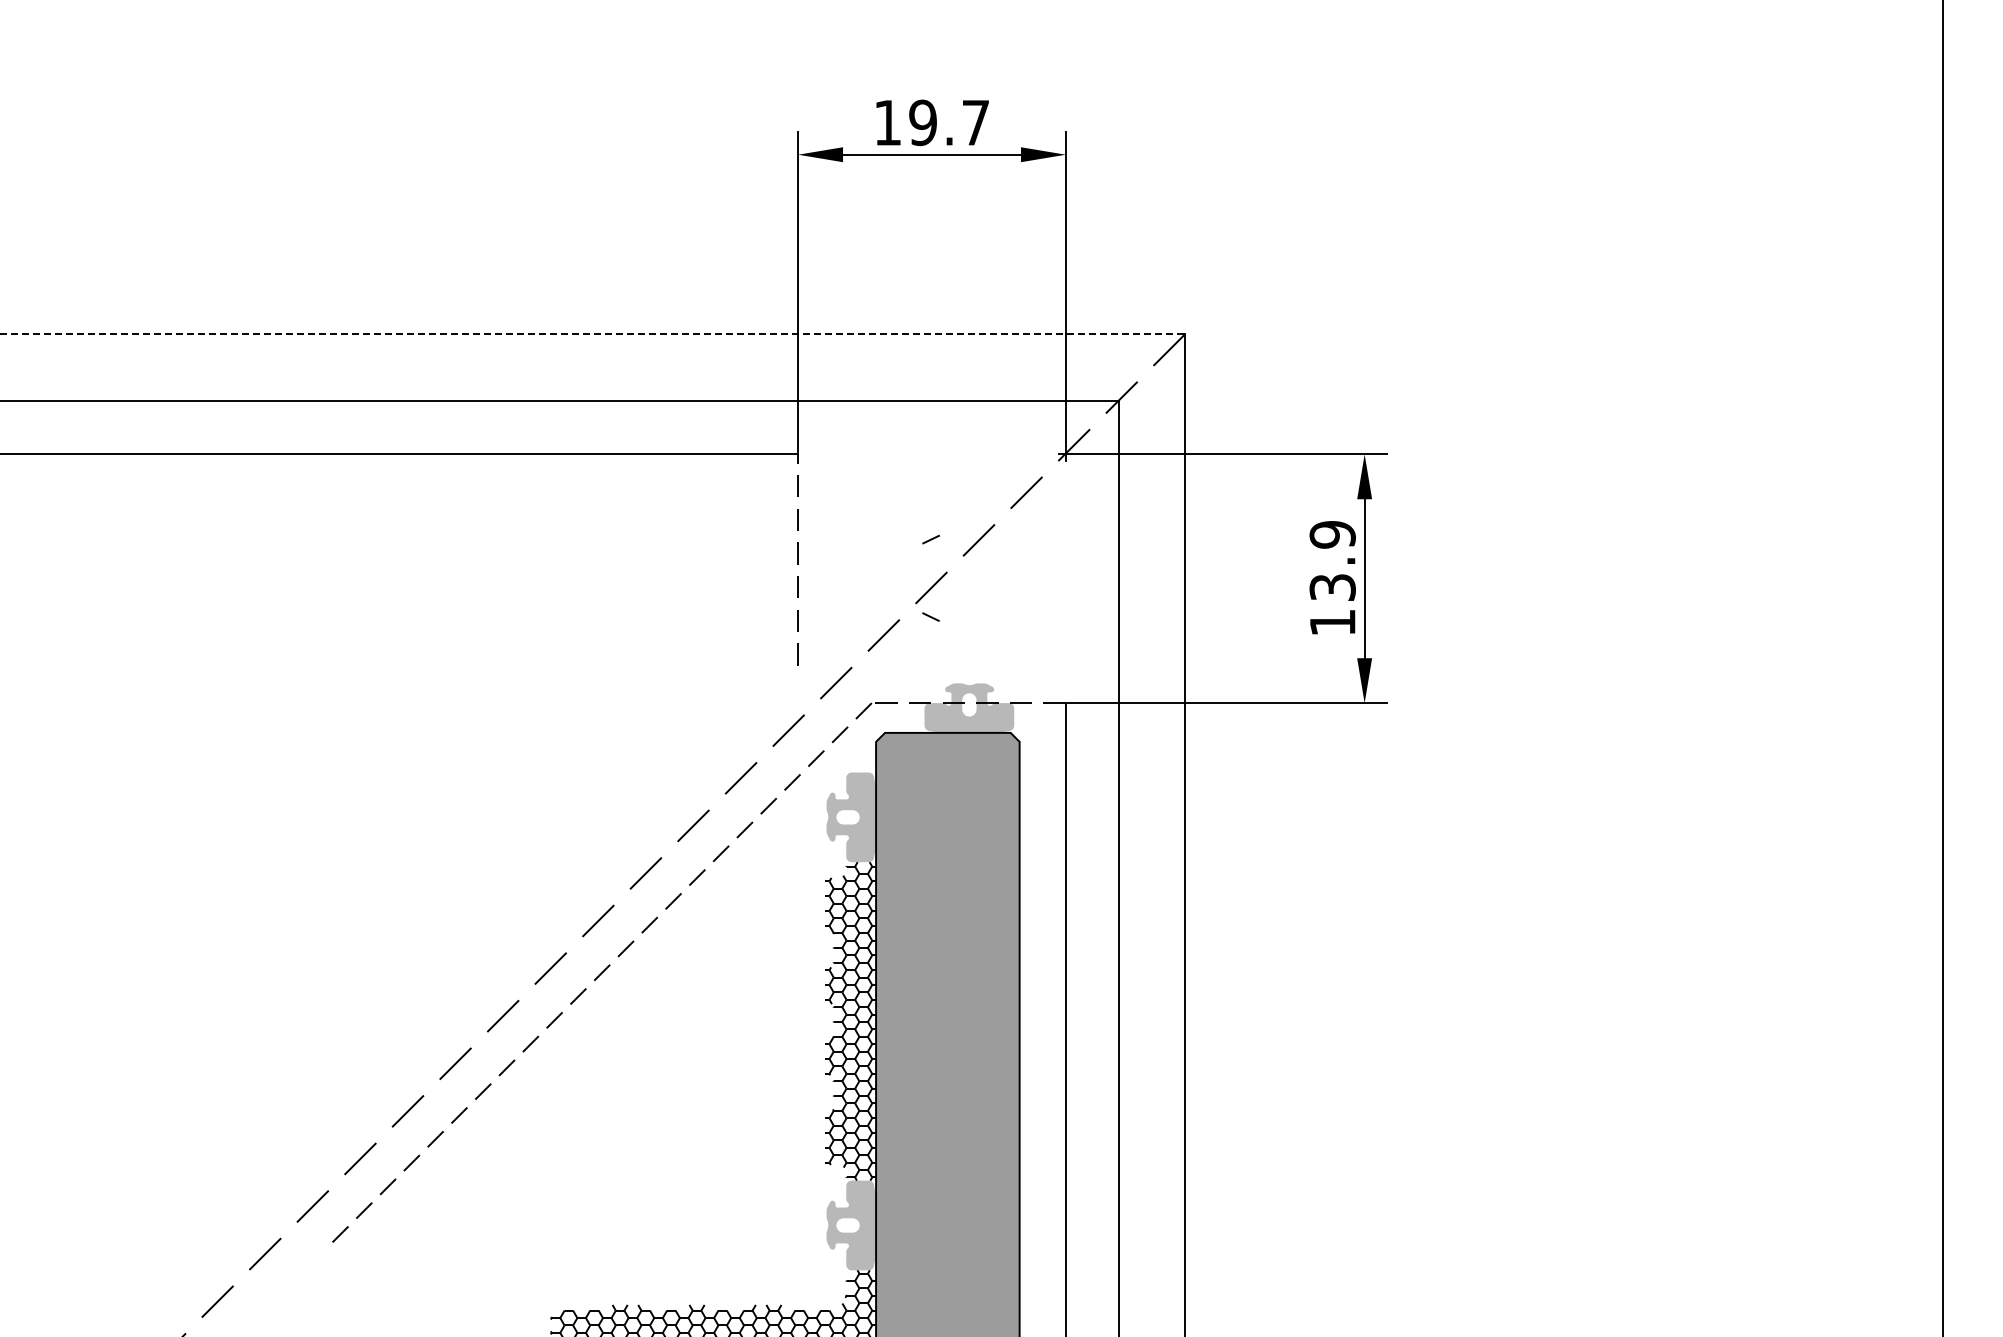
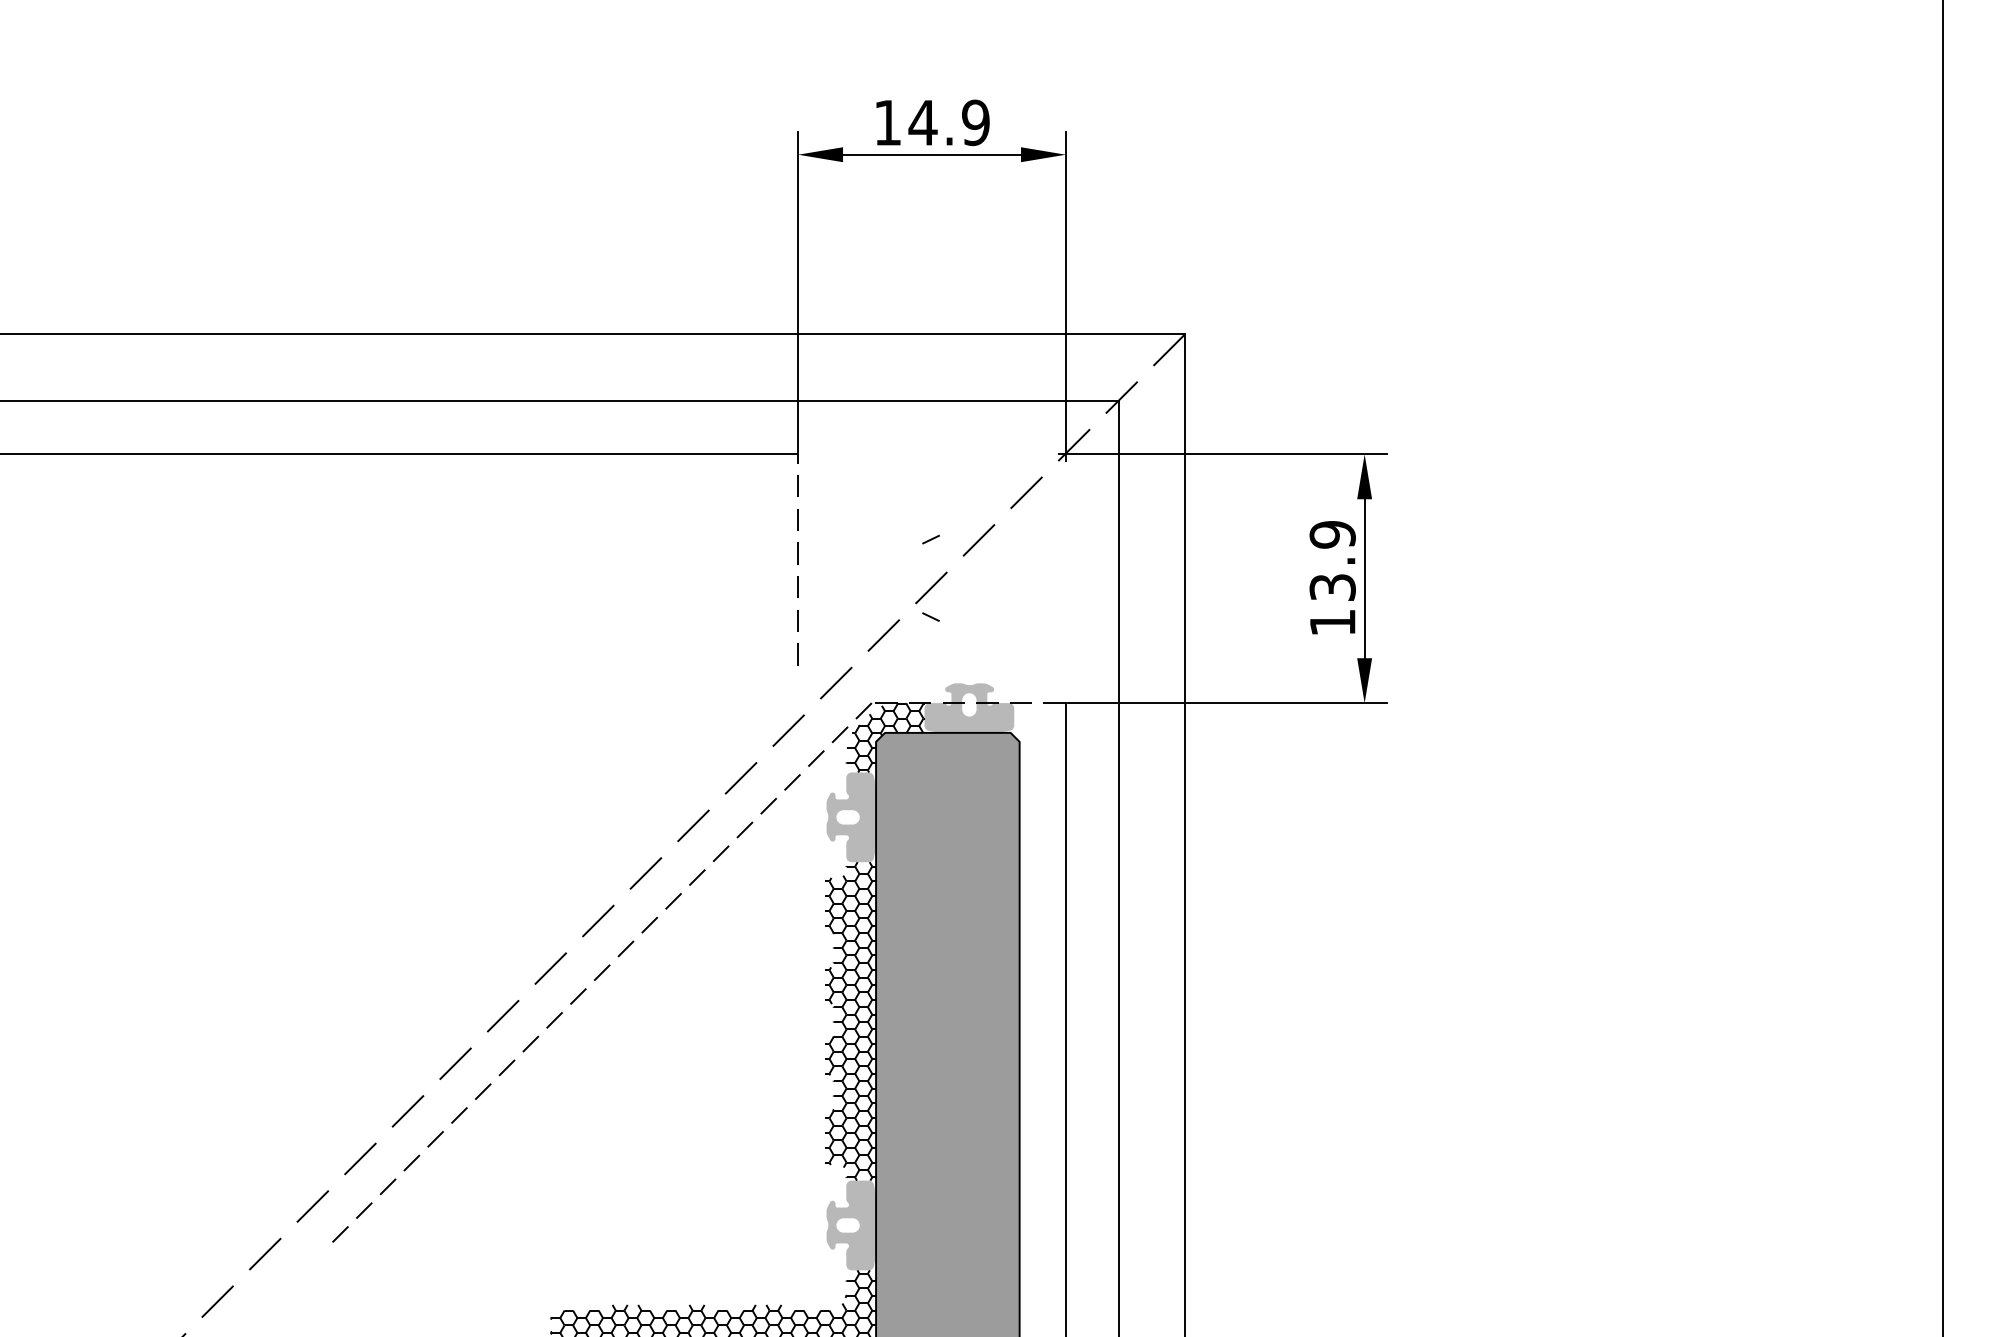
text at (948, 122): 19.7 -> 14.9
line at (593, 334): dashed -> solid
hatch at (885, 737): none -> present
